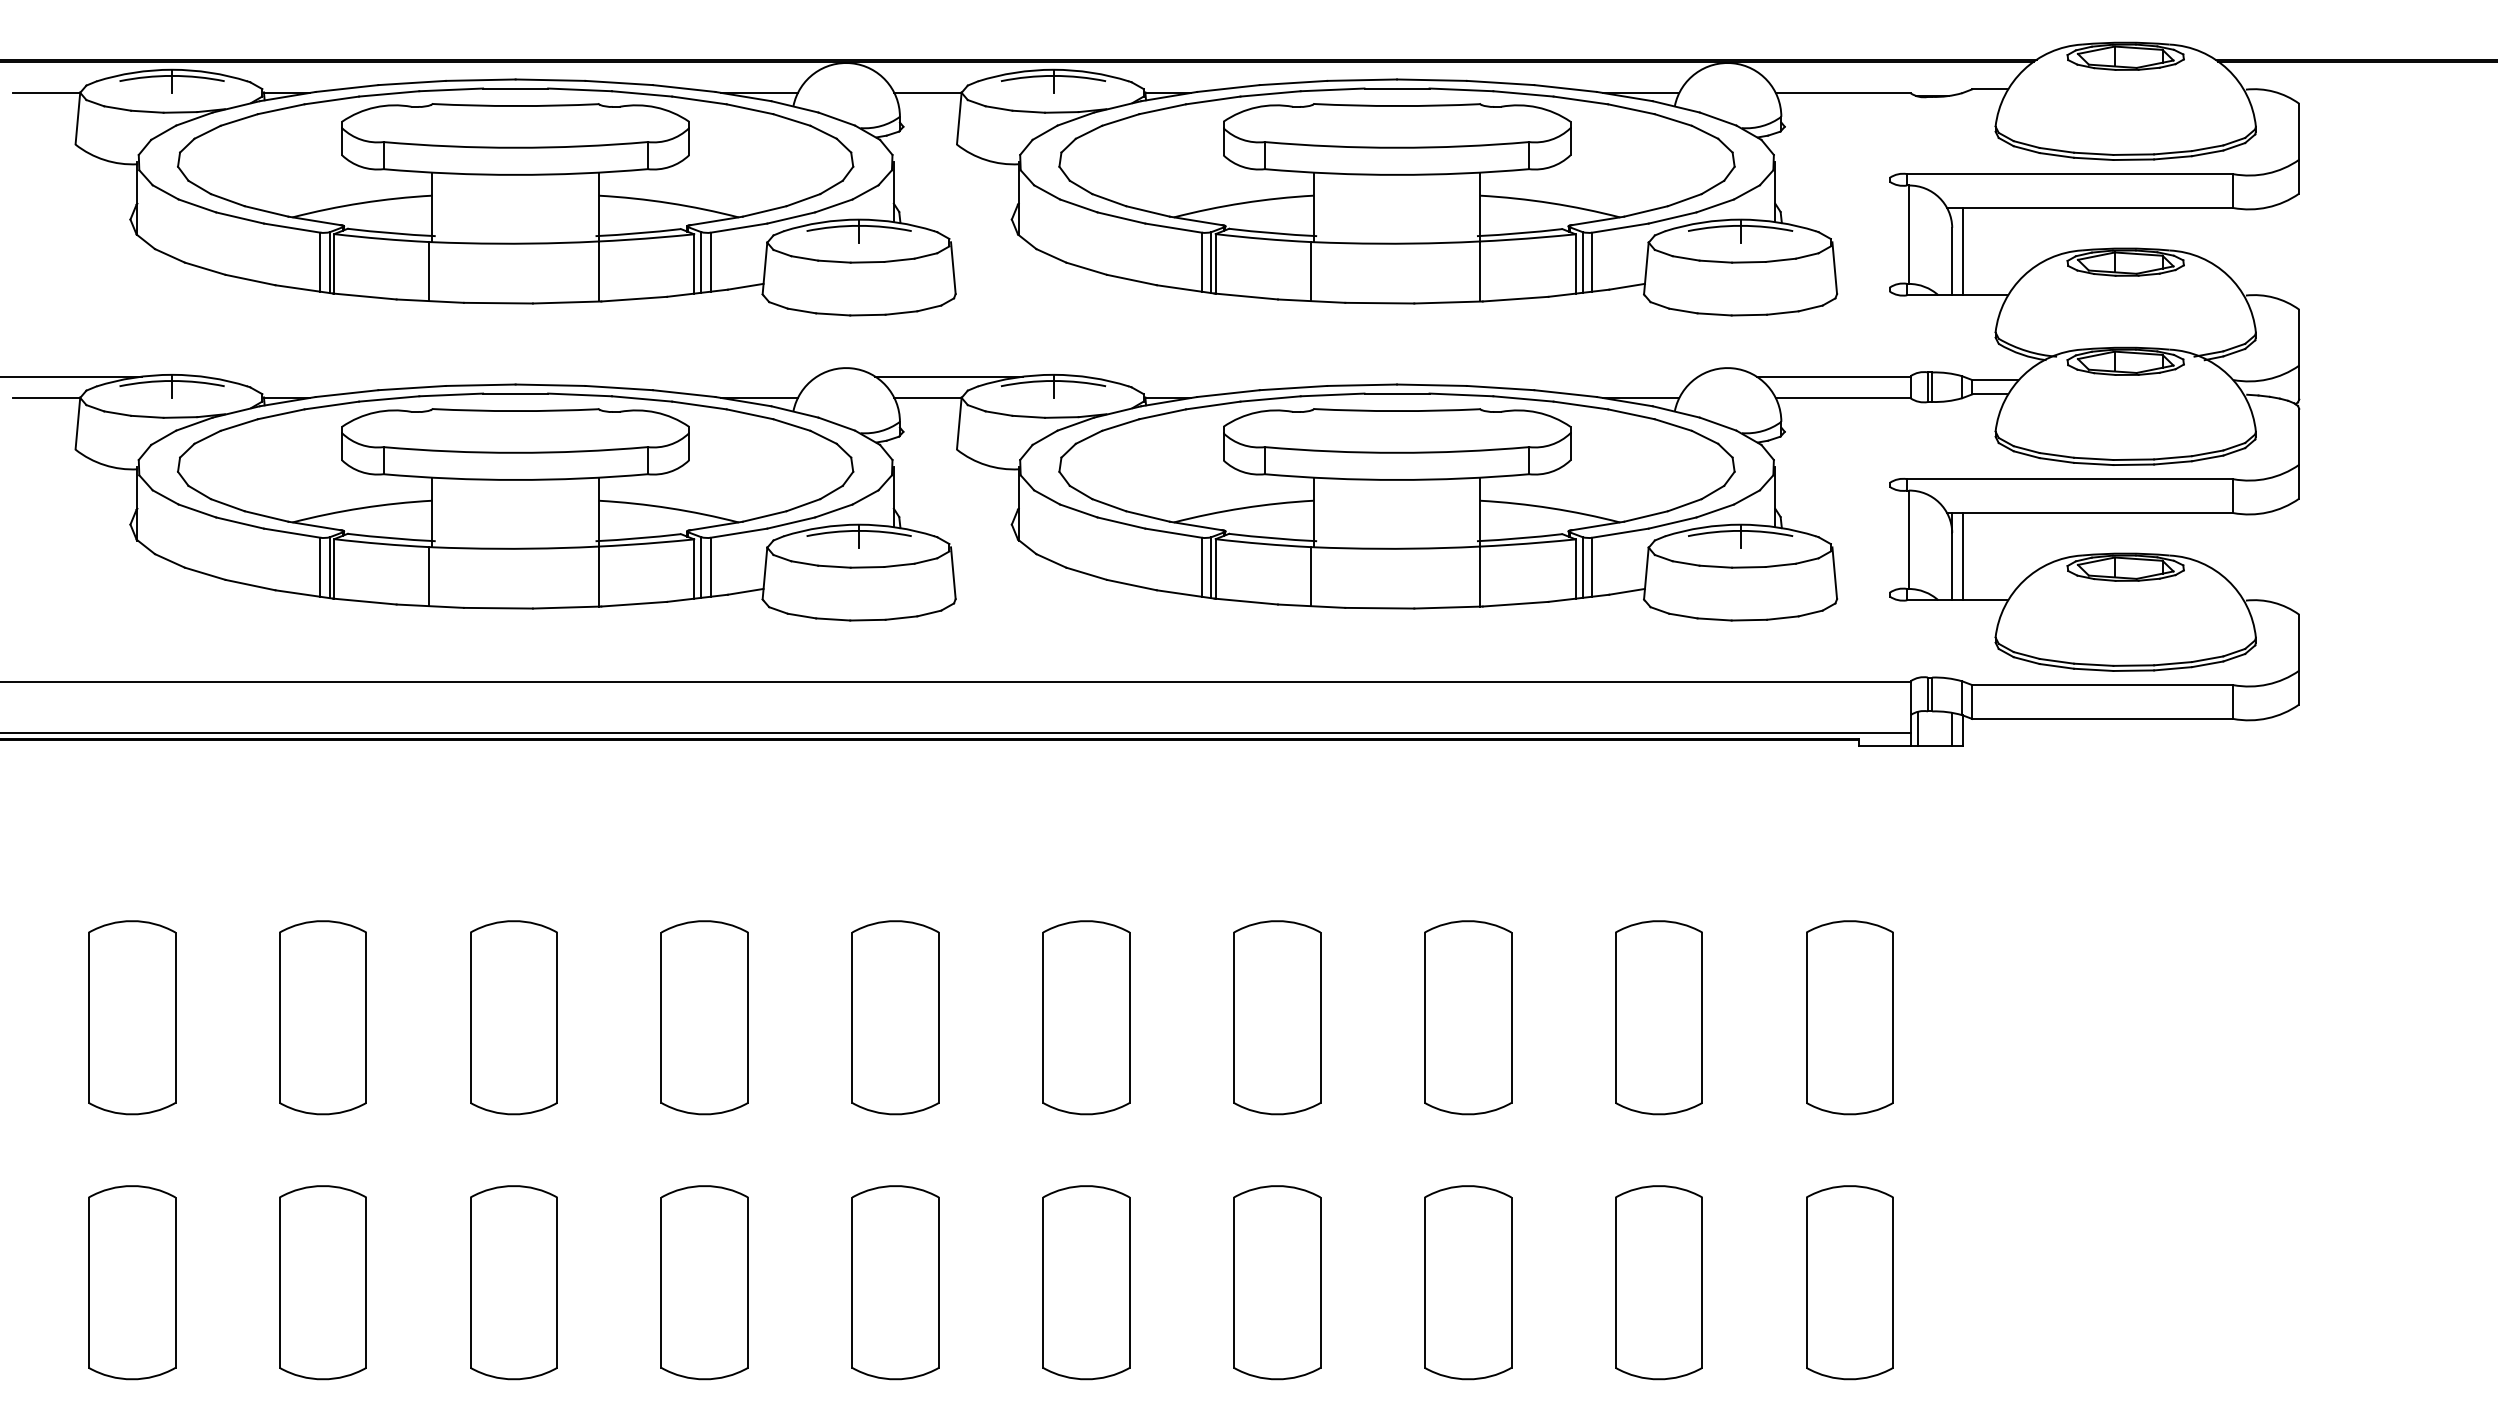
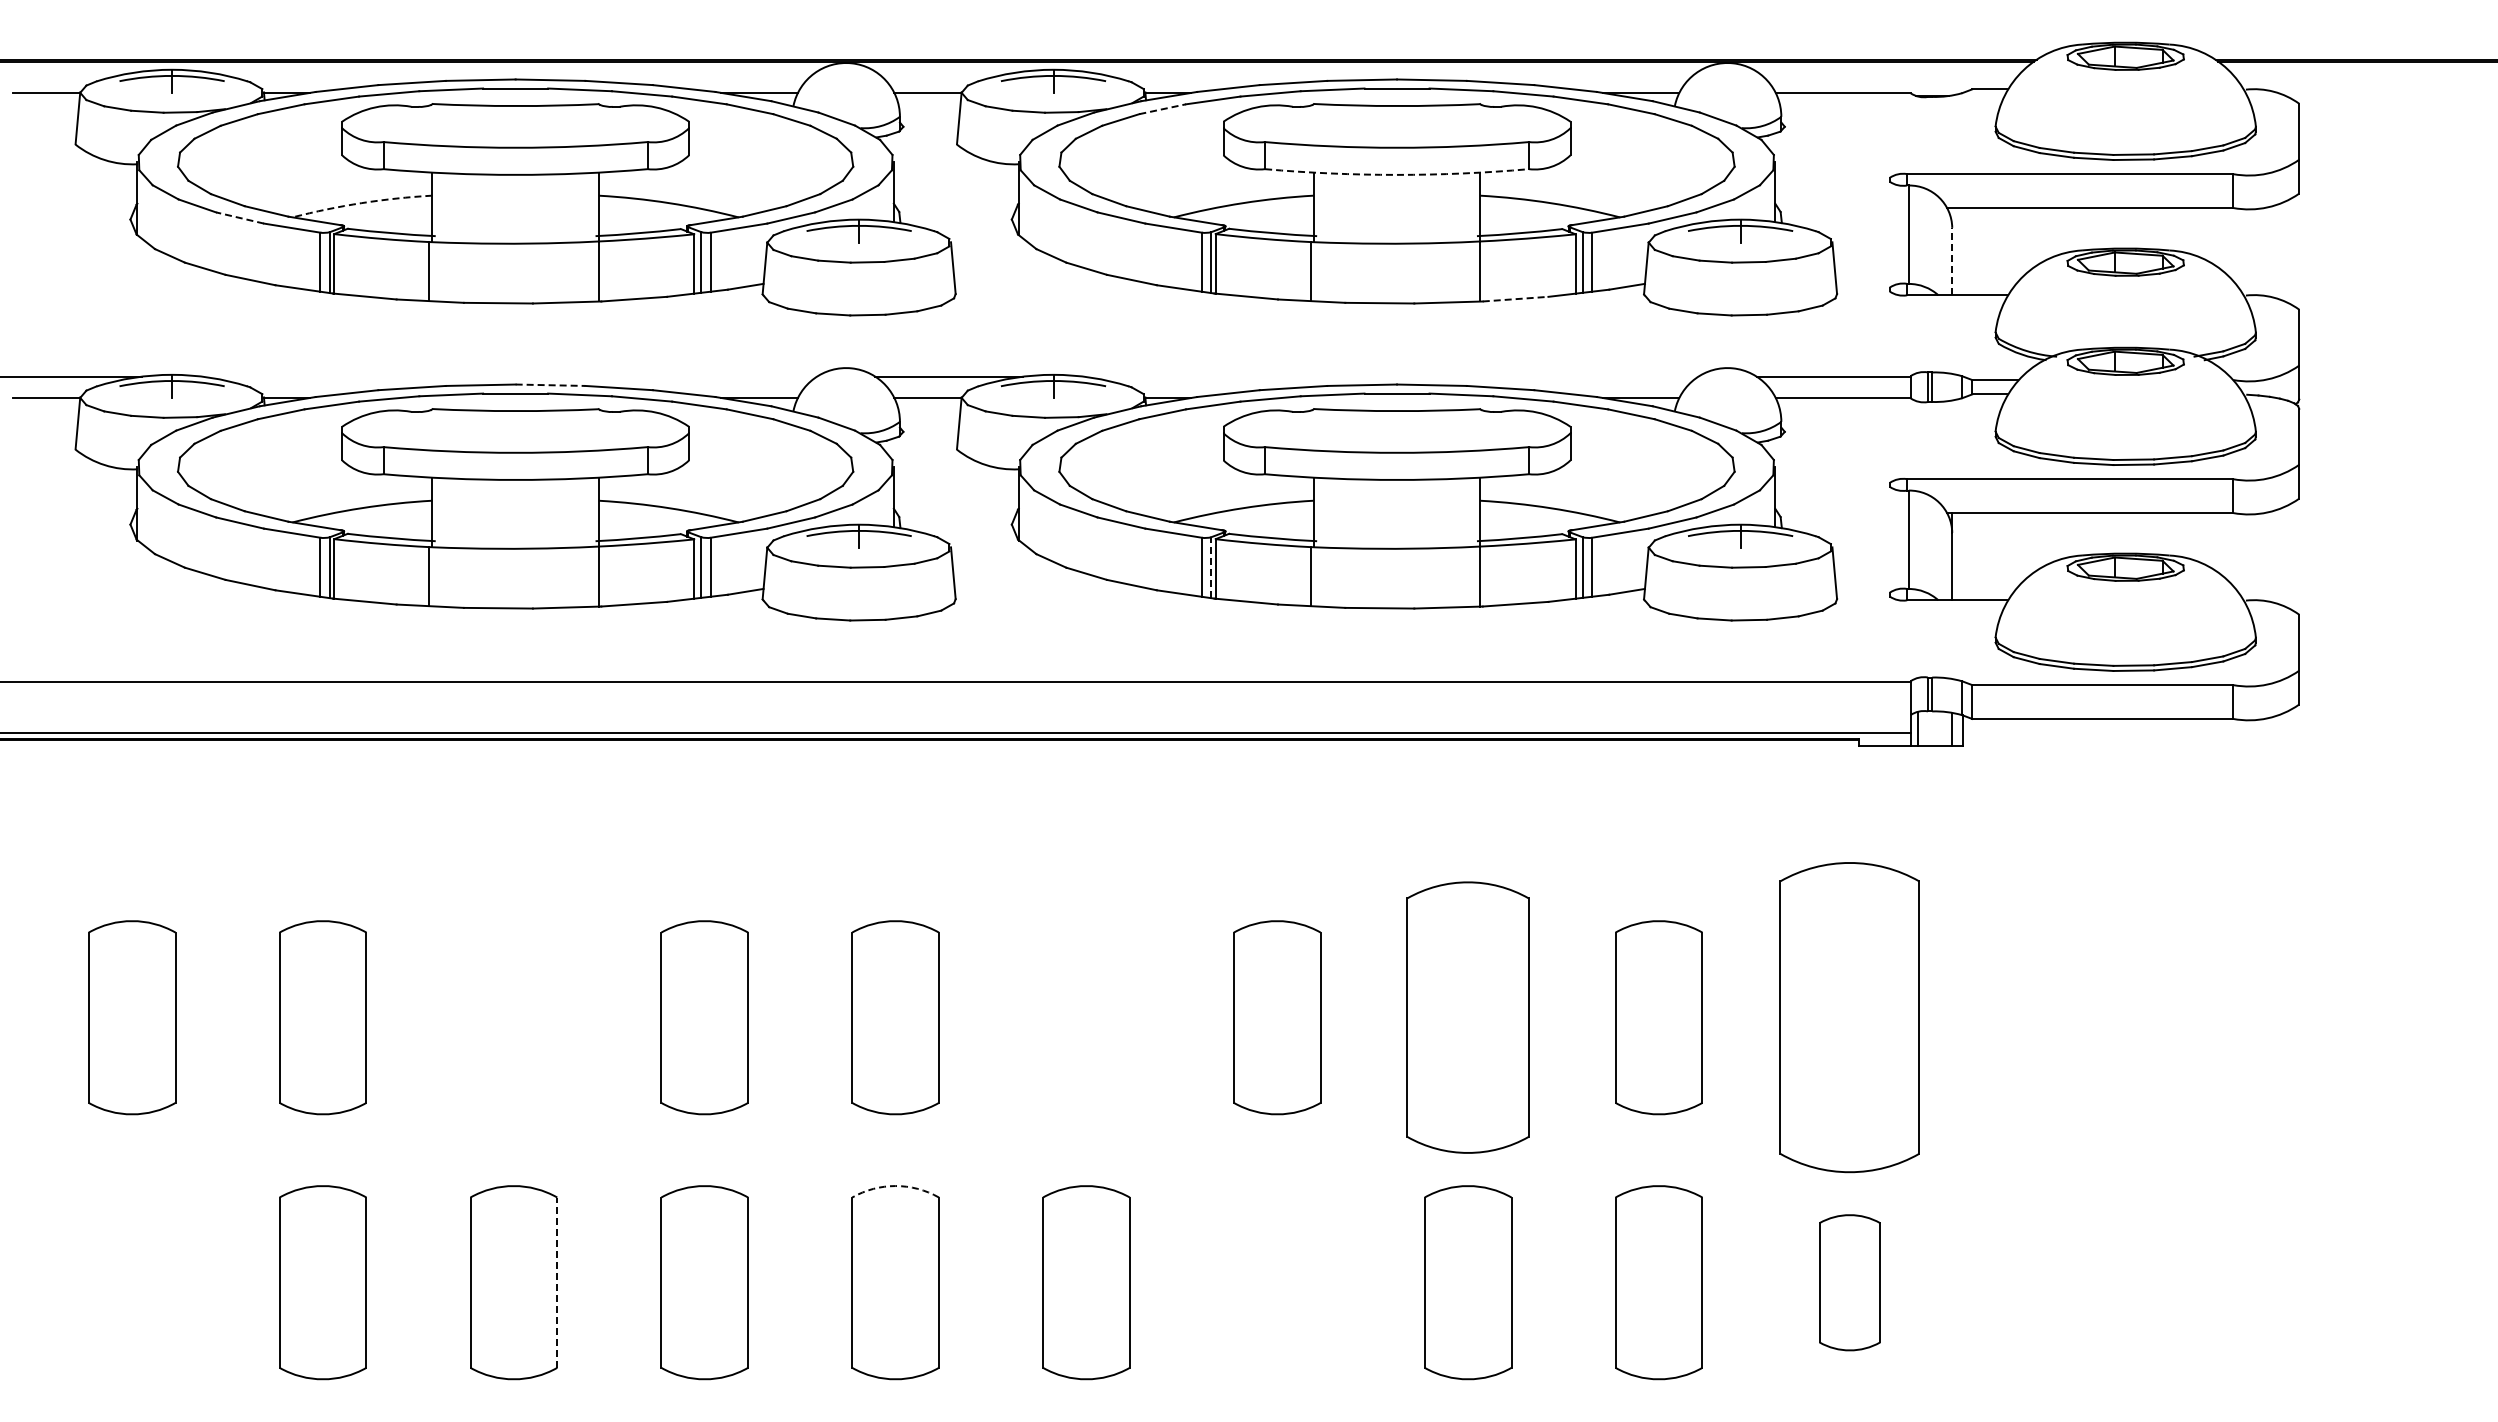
line at (1162, 109): solid -> dashed
arc at (1397, 174): solid -> dashed
arc at (361, 203): solid -> dashed
line at (240, 218): solid -> dashed
line at (1962, 251): present -> none
line at (1952, 261): solid -> dashed
line at (1515, 299): solid -> dashed
line at (550, 385): solid -> dashed
line at (1962, 556): present -> none
line at (1211, 567): solid -> dashed
part at (513, 1017): present -> none
part at (1086, 1017): present -> none
part at (1468, 1017) size: 89x196 px -> 124x273 px
part at (1849, 1017) size: 88x196 px -> 141x312 px
arc at (895, 1186): solid -> dashed
part at (132, 1282): present -> none
line at (557, 1282): solid -> dashed
part at (1277, 1282): present -> none
part at (1849, 1282) size: 88x196 px -> 62x138 px
